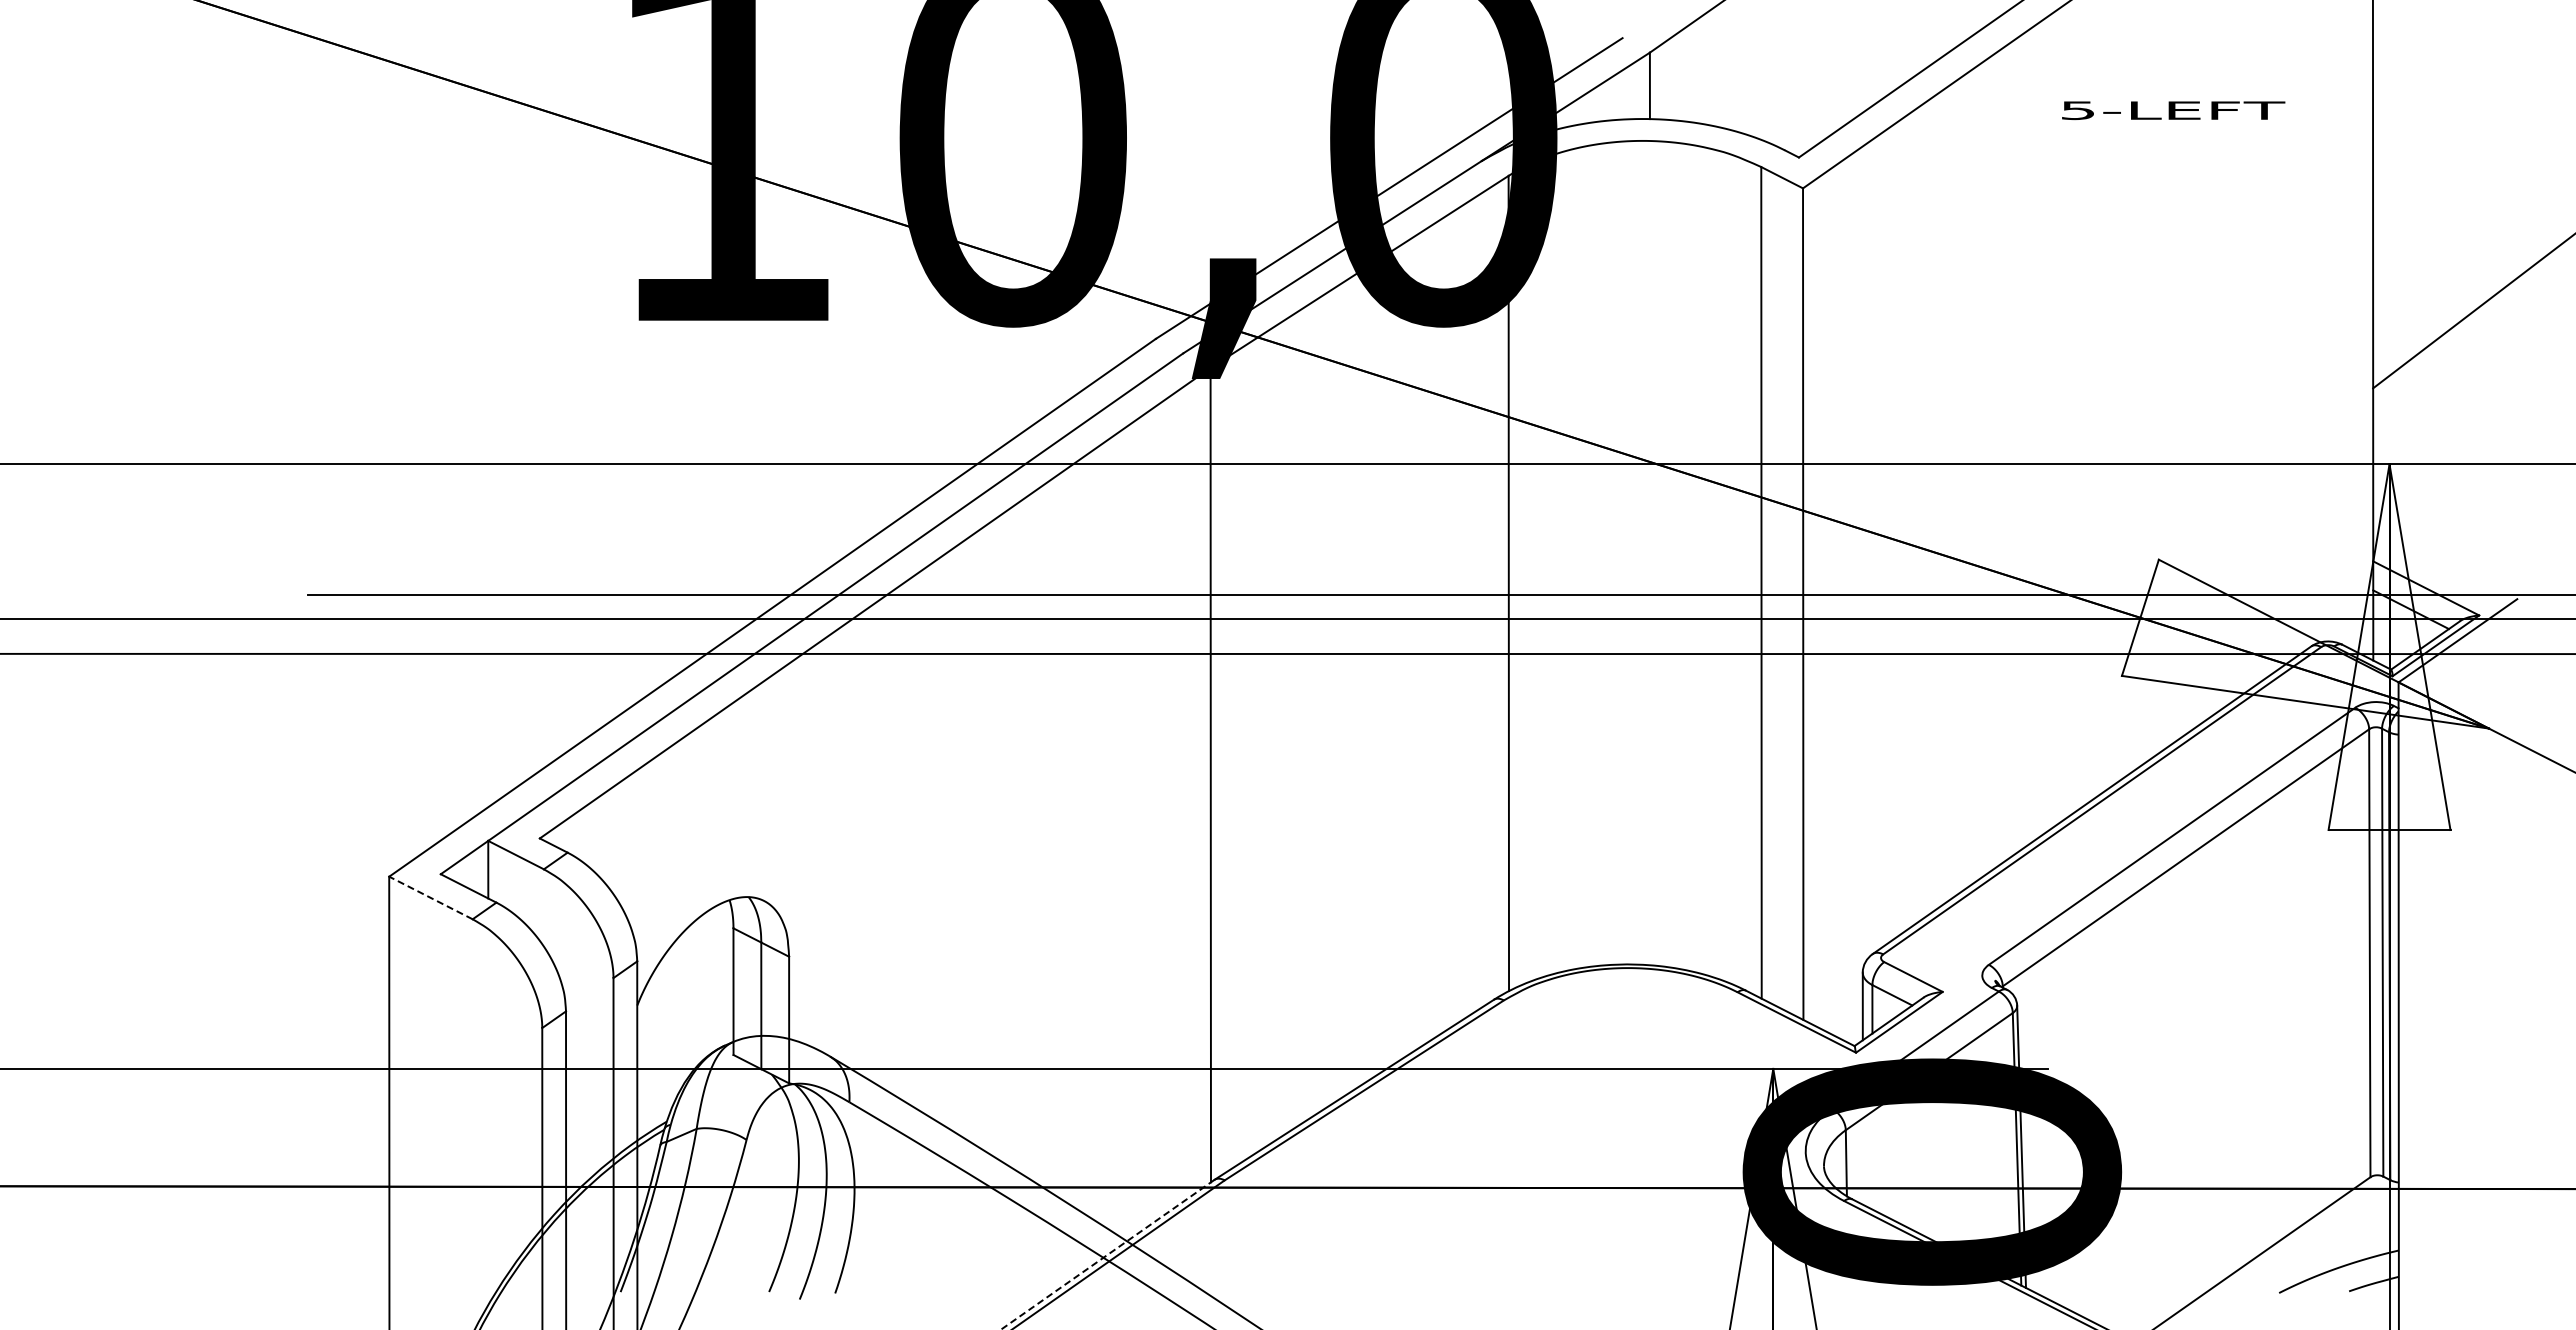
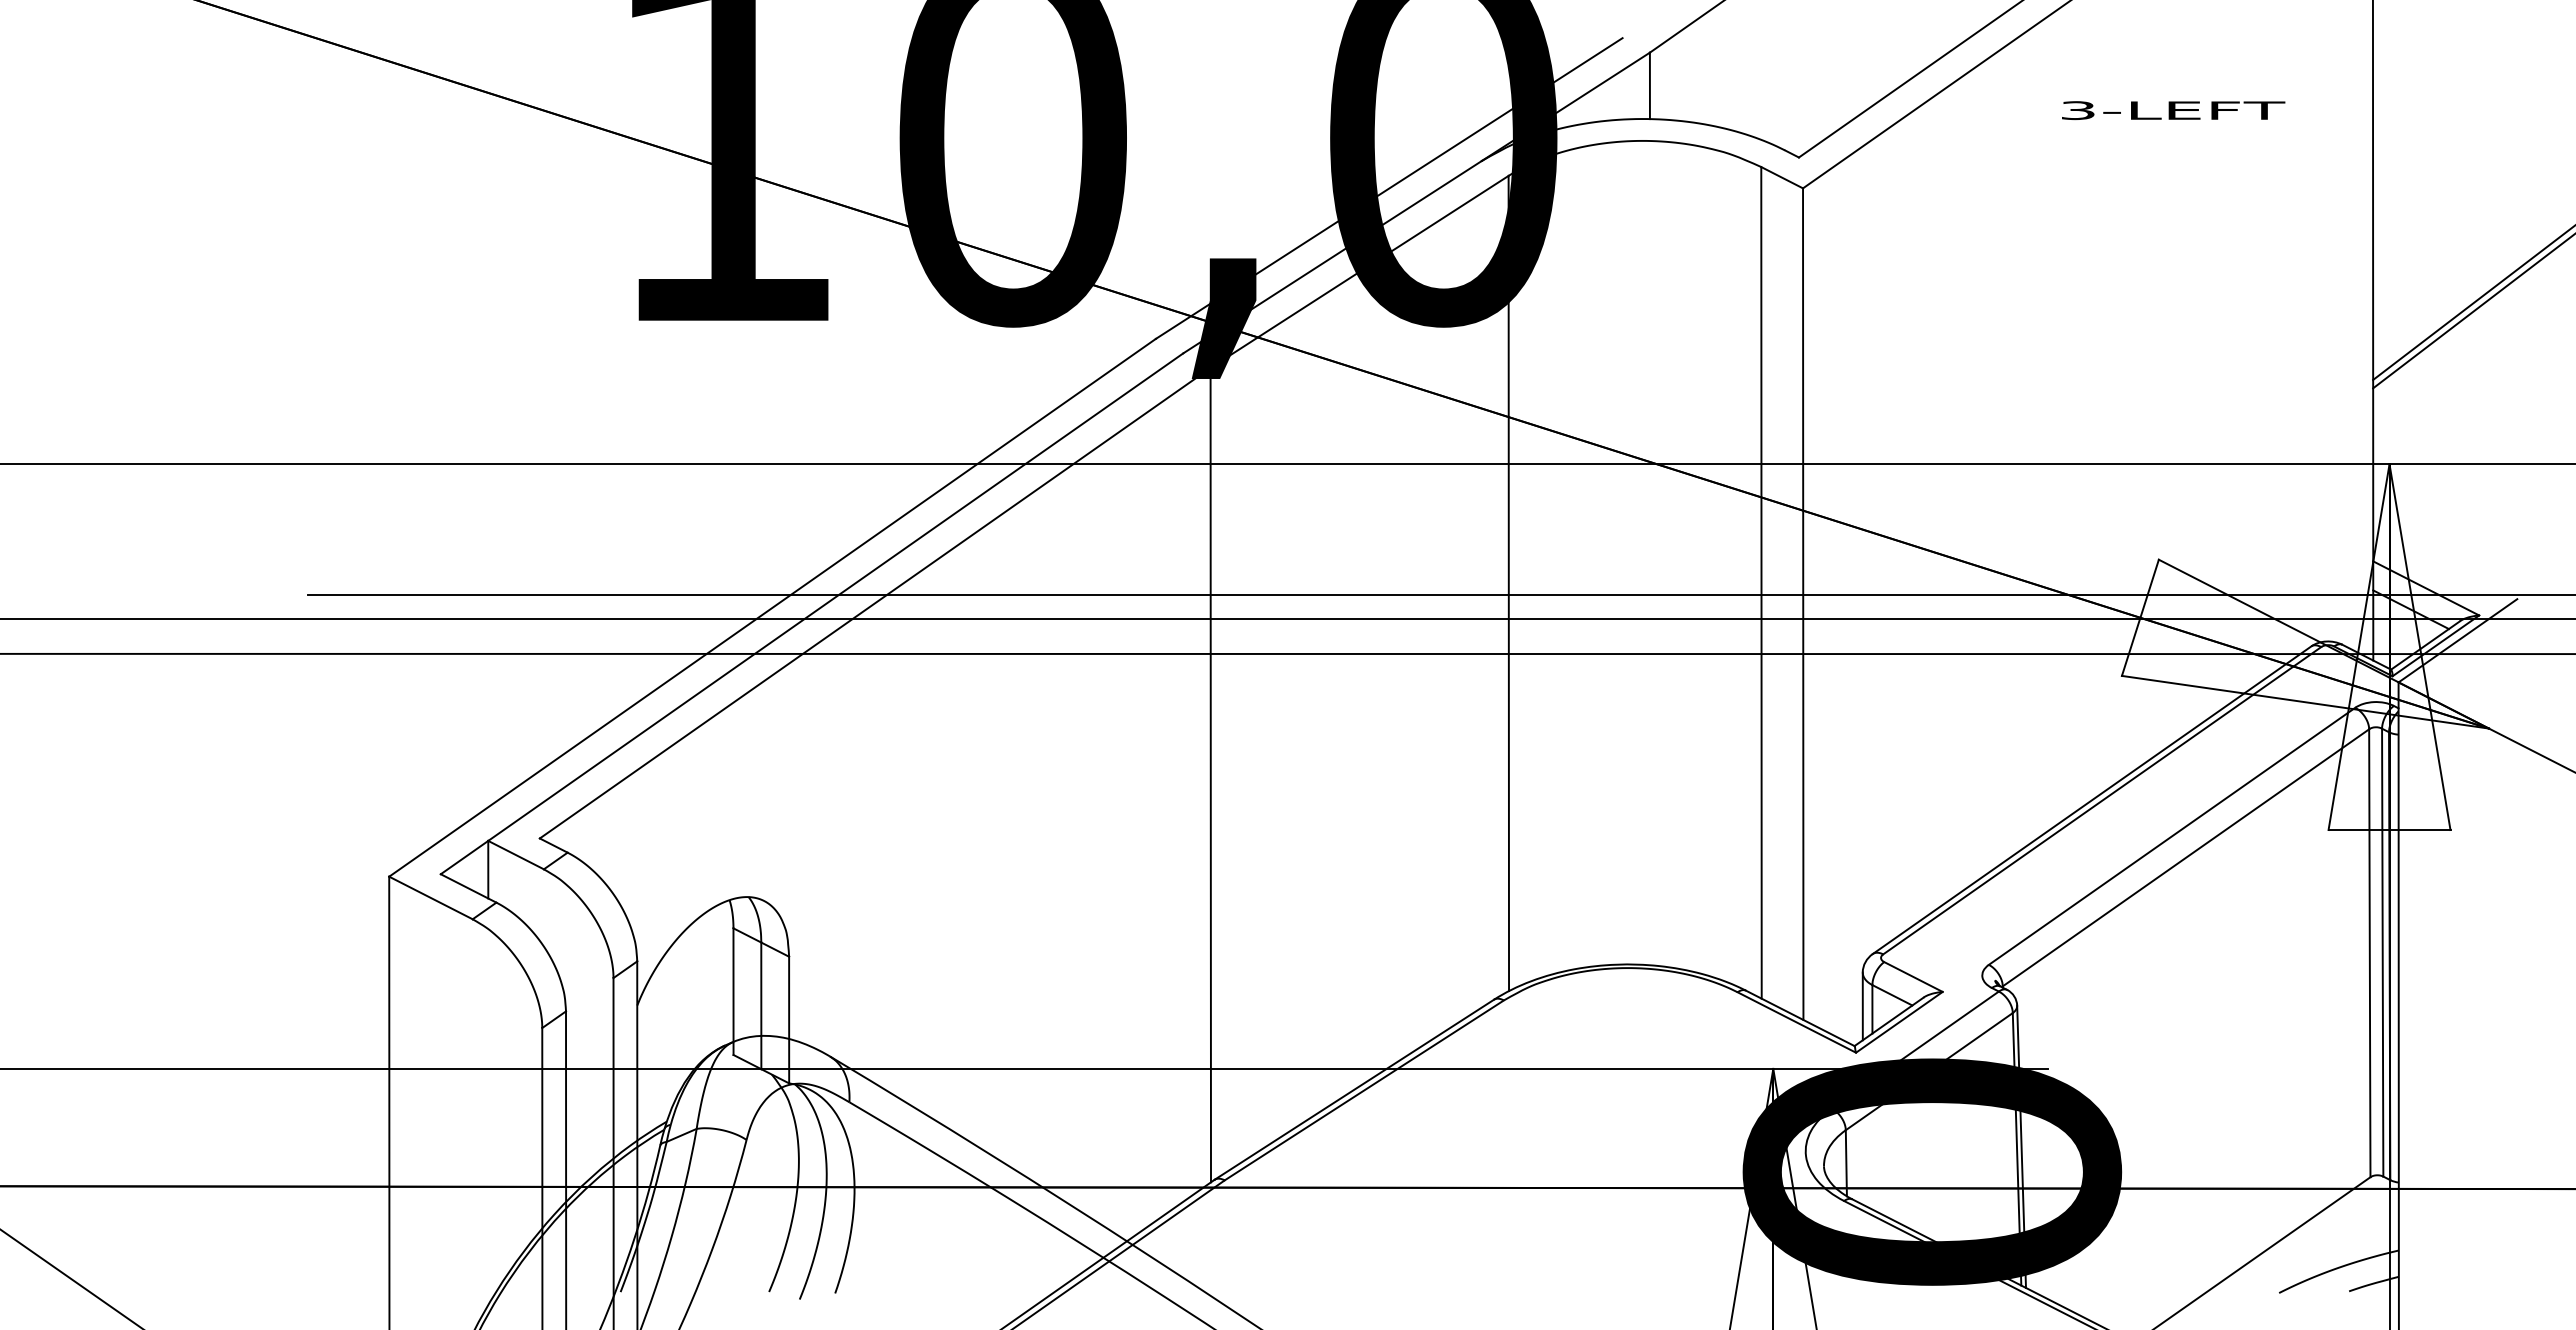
text at (2078, 110): 5-LEFT -> 3-LEFT
line at (2472, 303): none -> present
line at (430, 897): dashed -> solid
line at (1107, 1255): dashed -> solid
line at (70, 1278): none -> present
